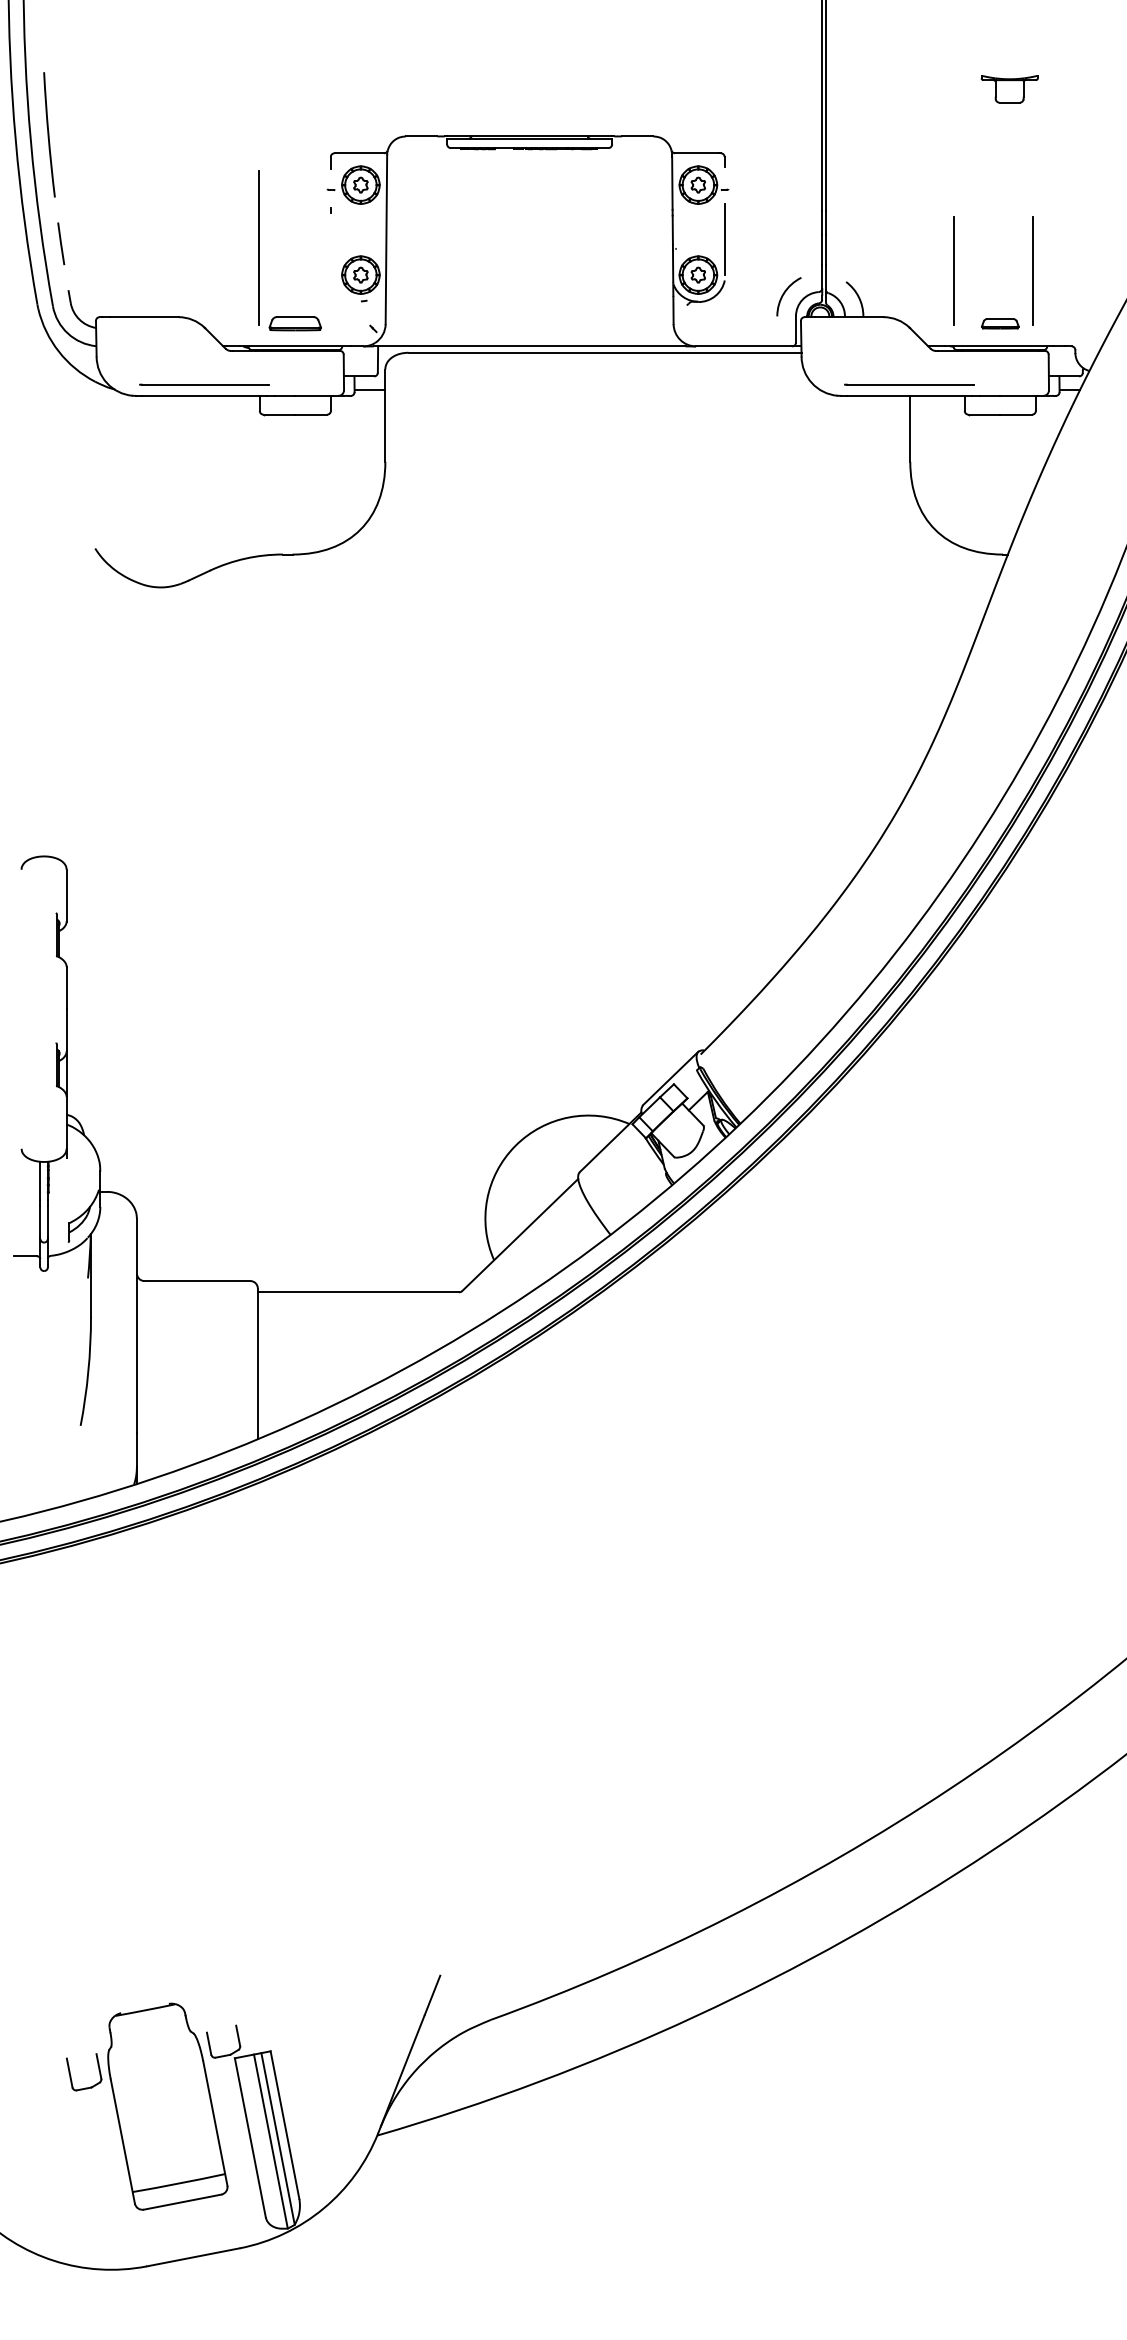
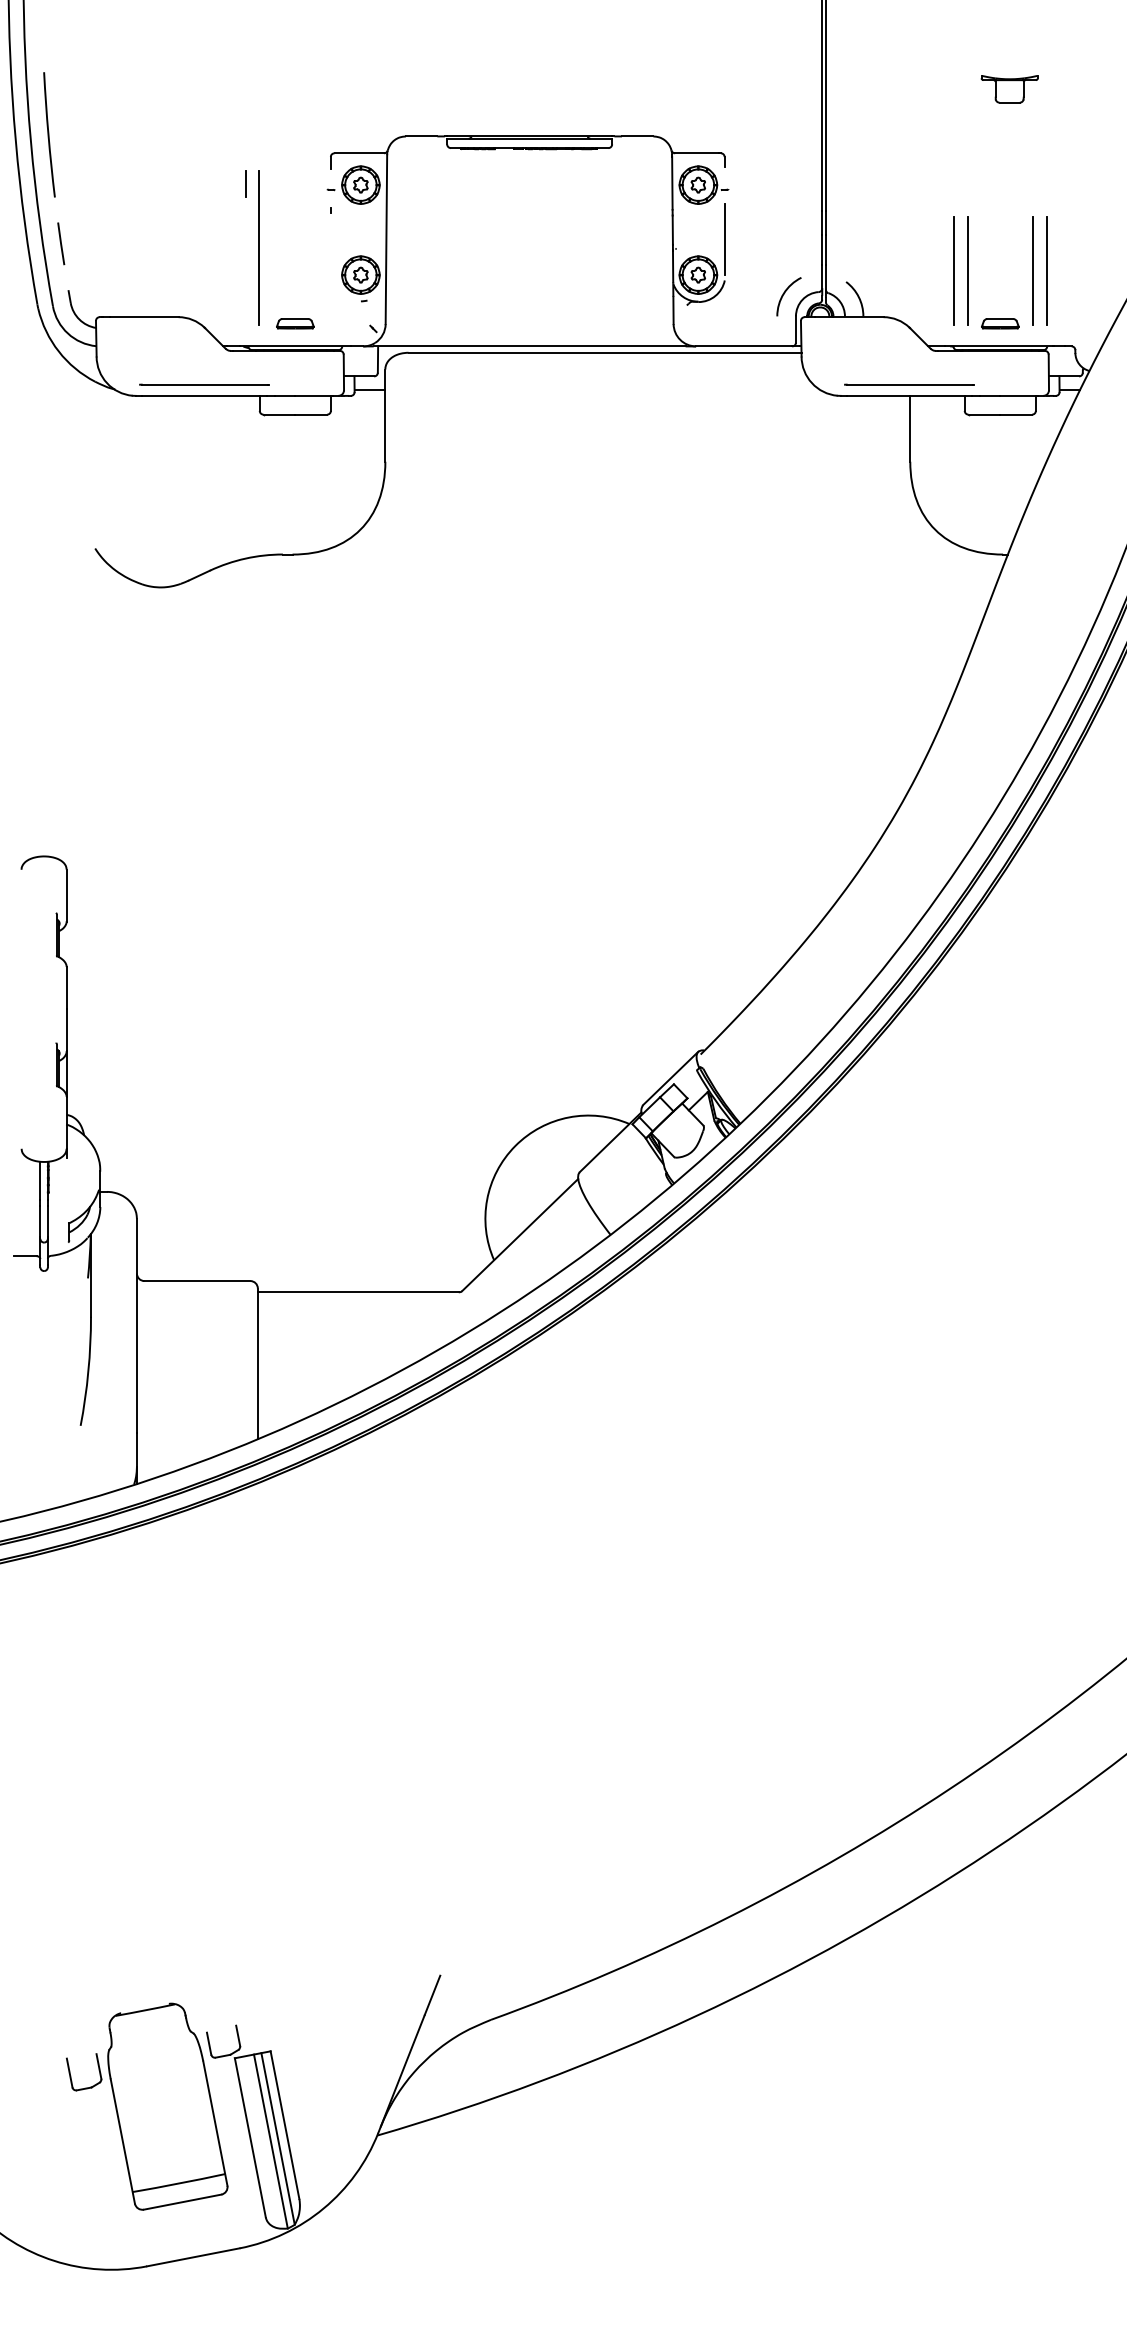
line at (245, 183): none -> present
line at (967, 270): none -> present
line at (1046, 270): none -> present
part at (294, 323) size: 54x16 px -> 39x12 px
